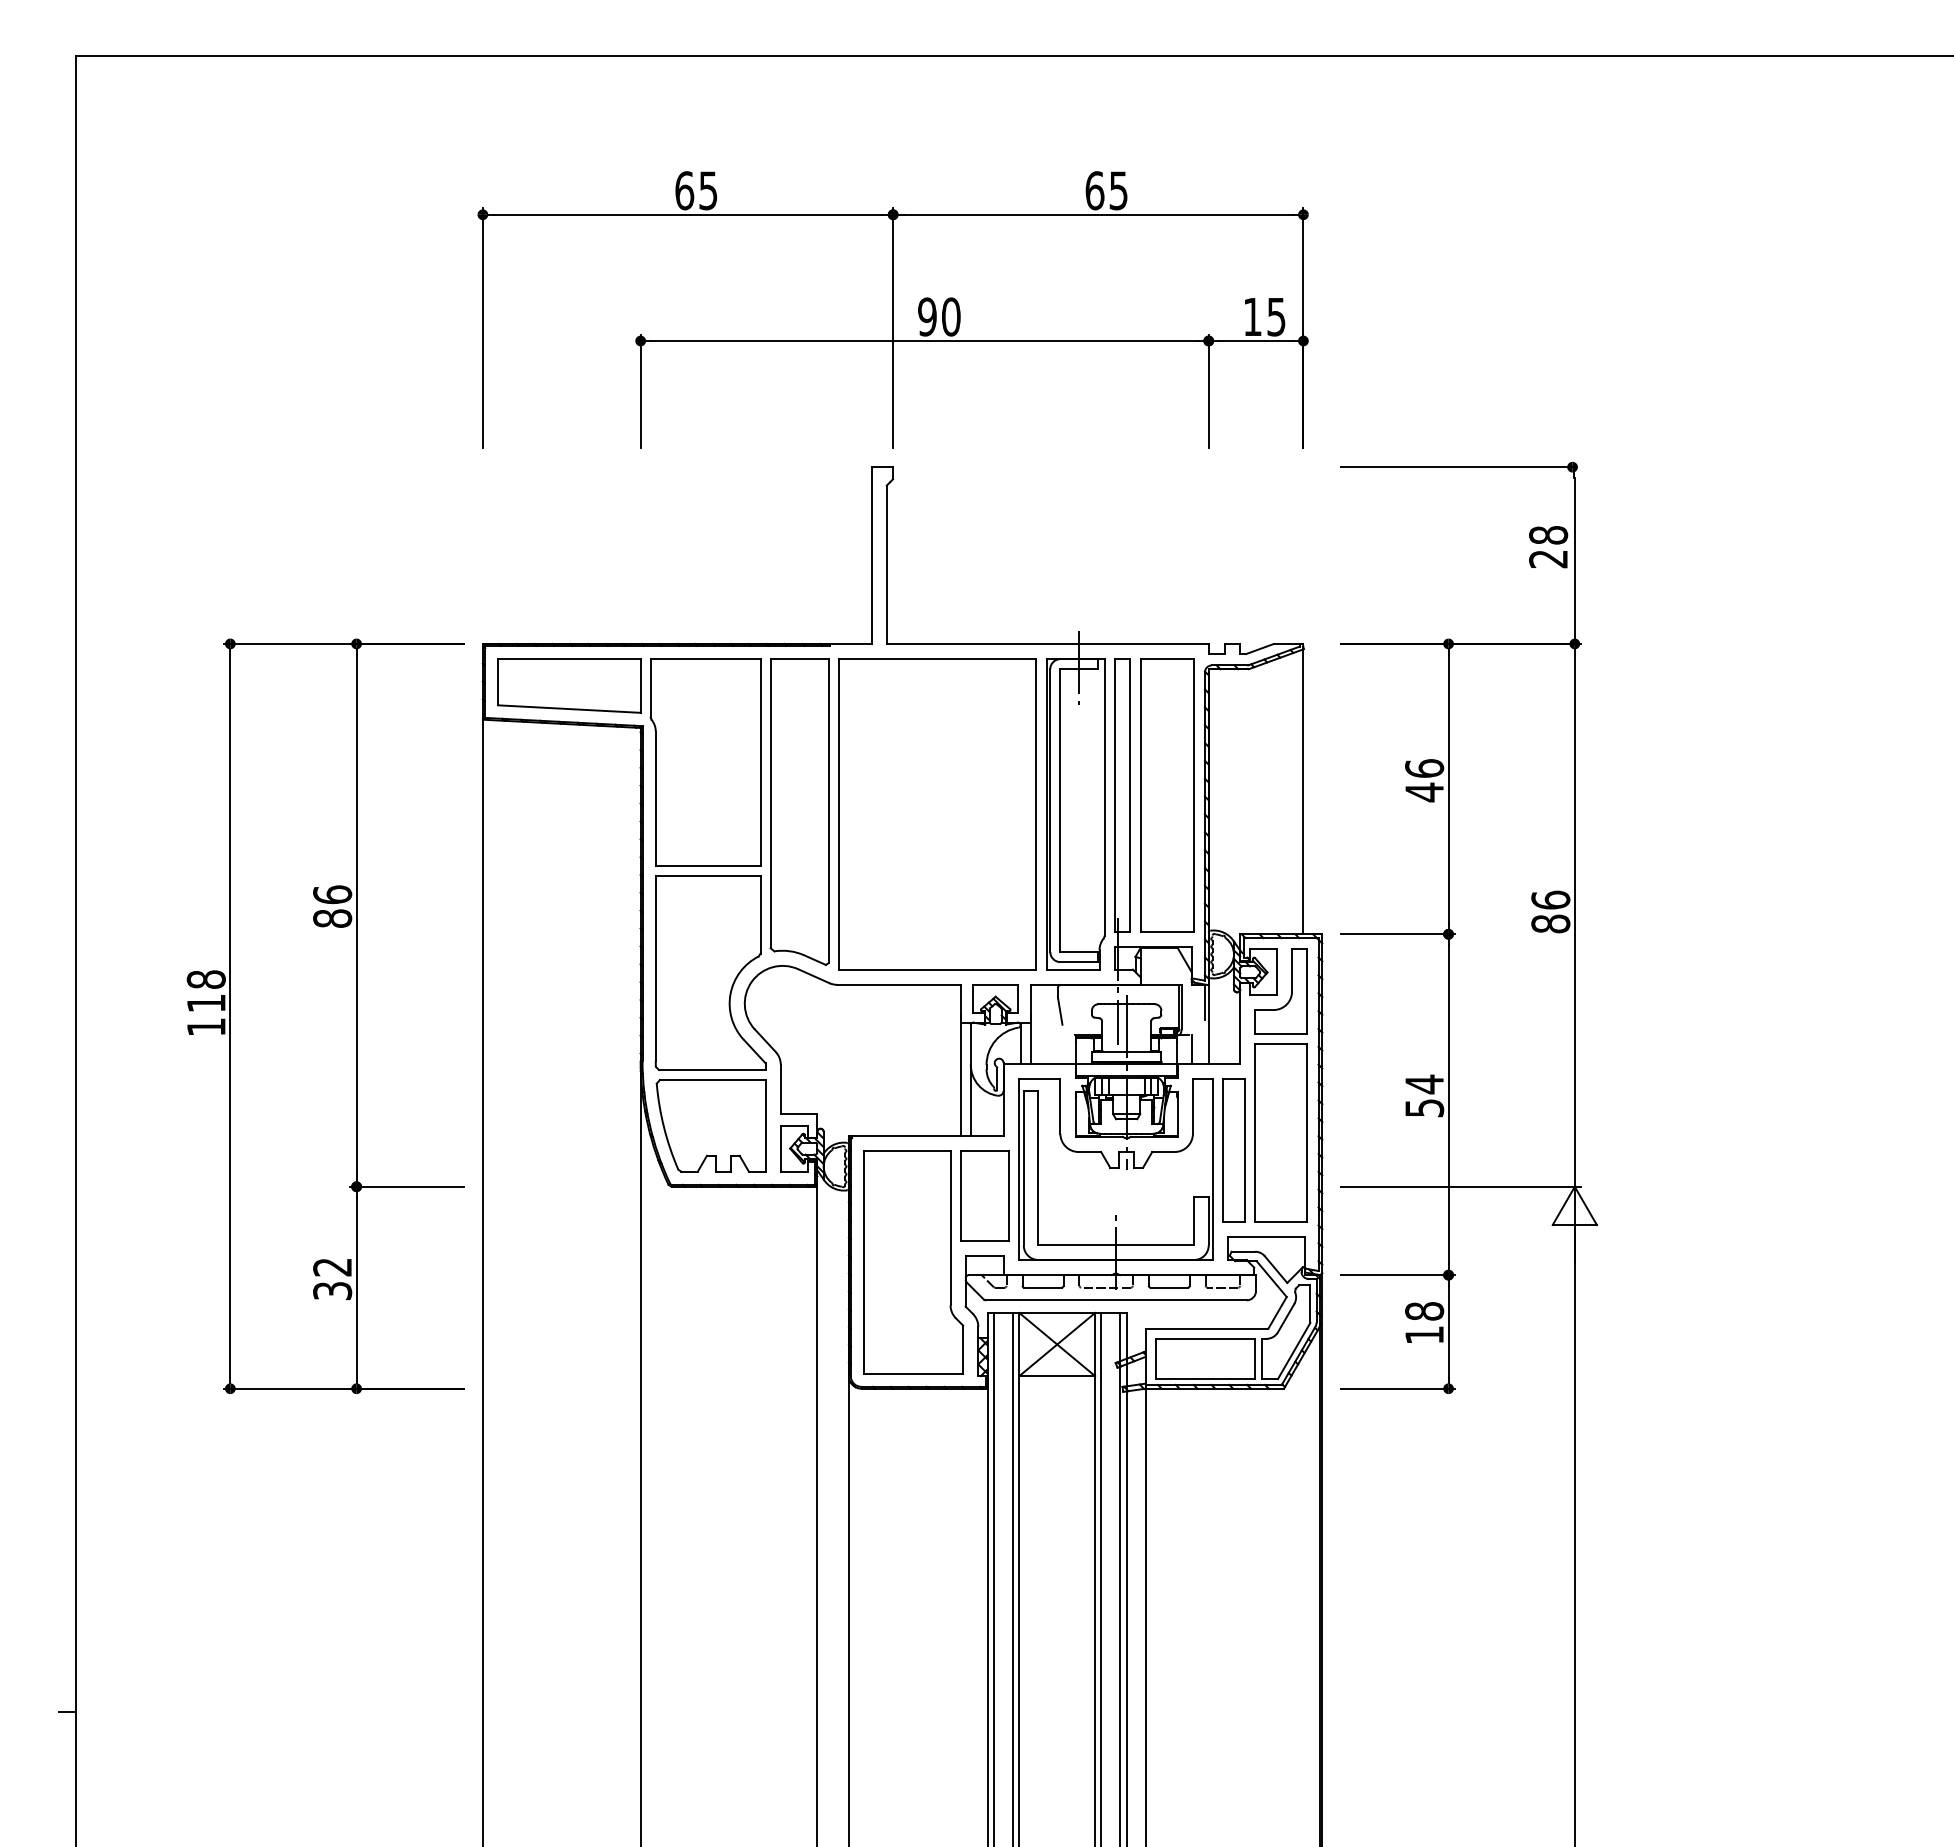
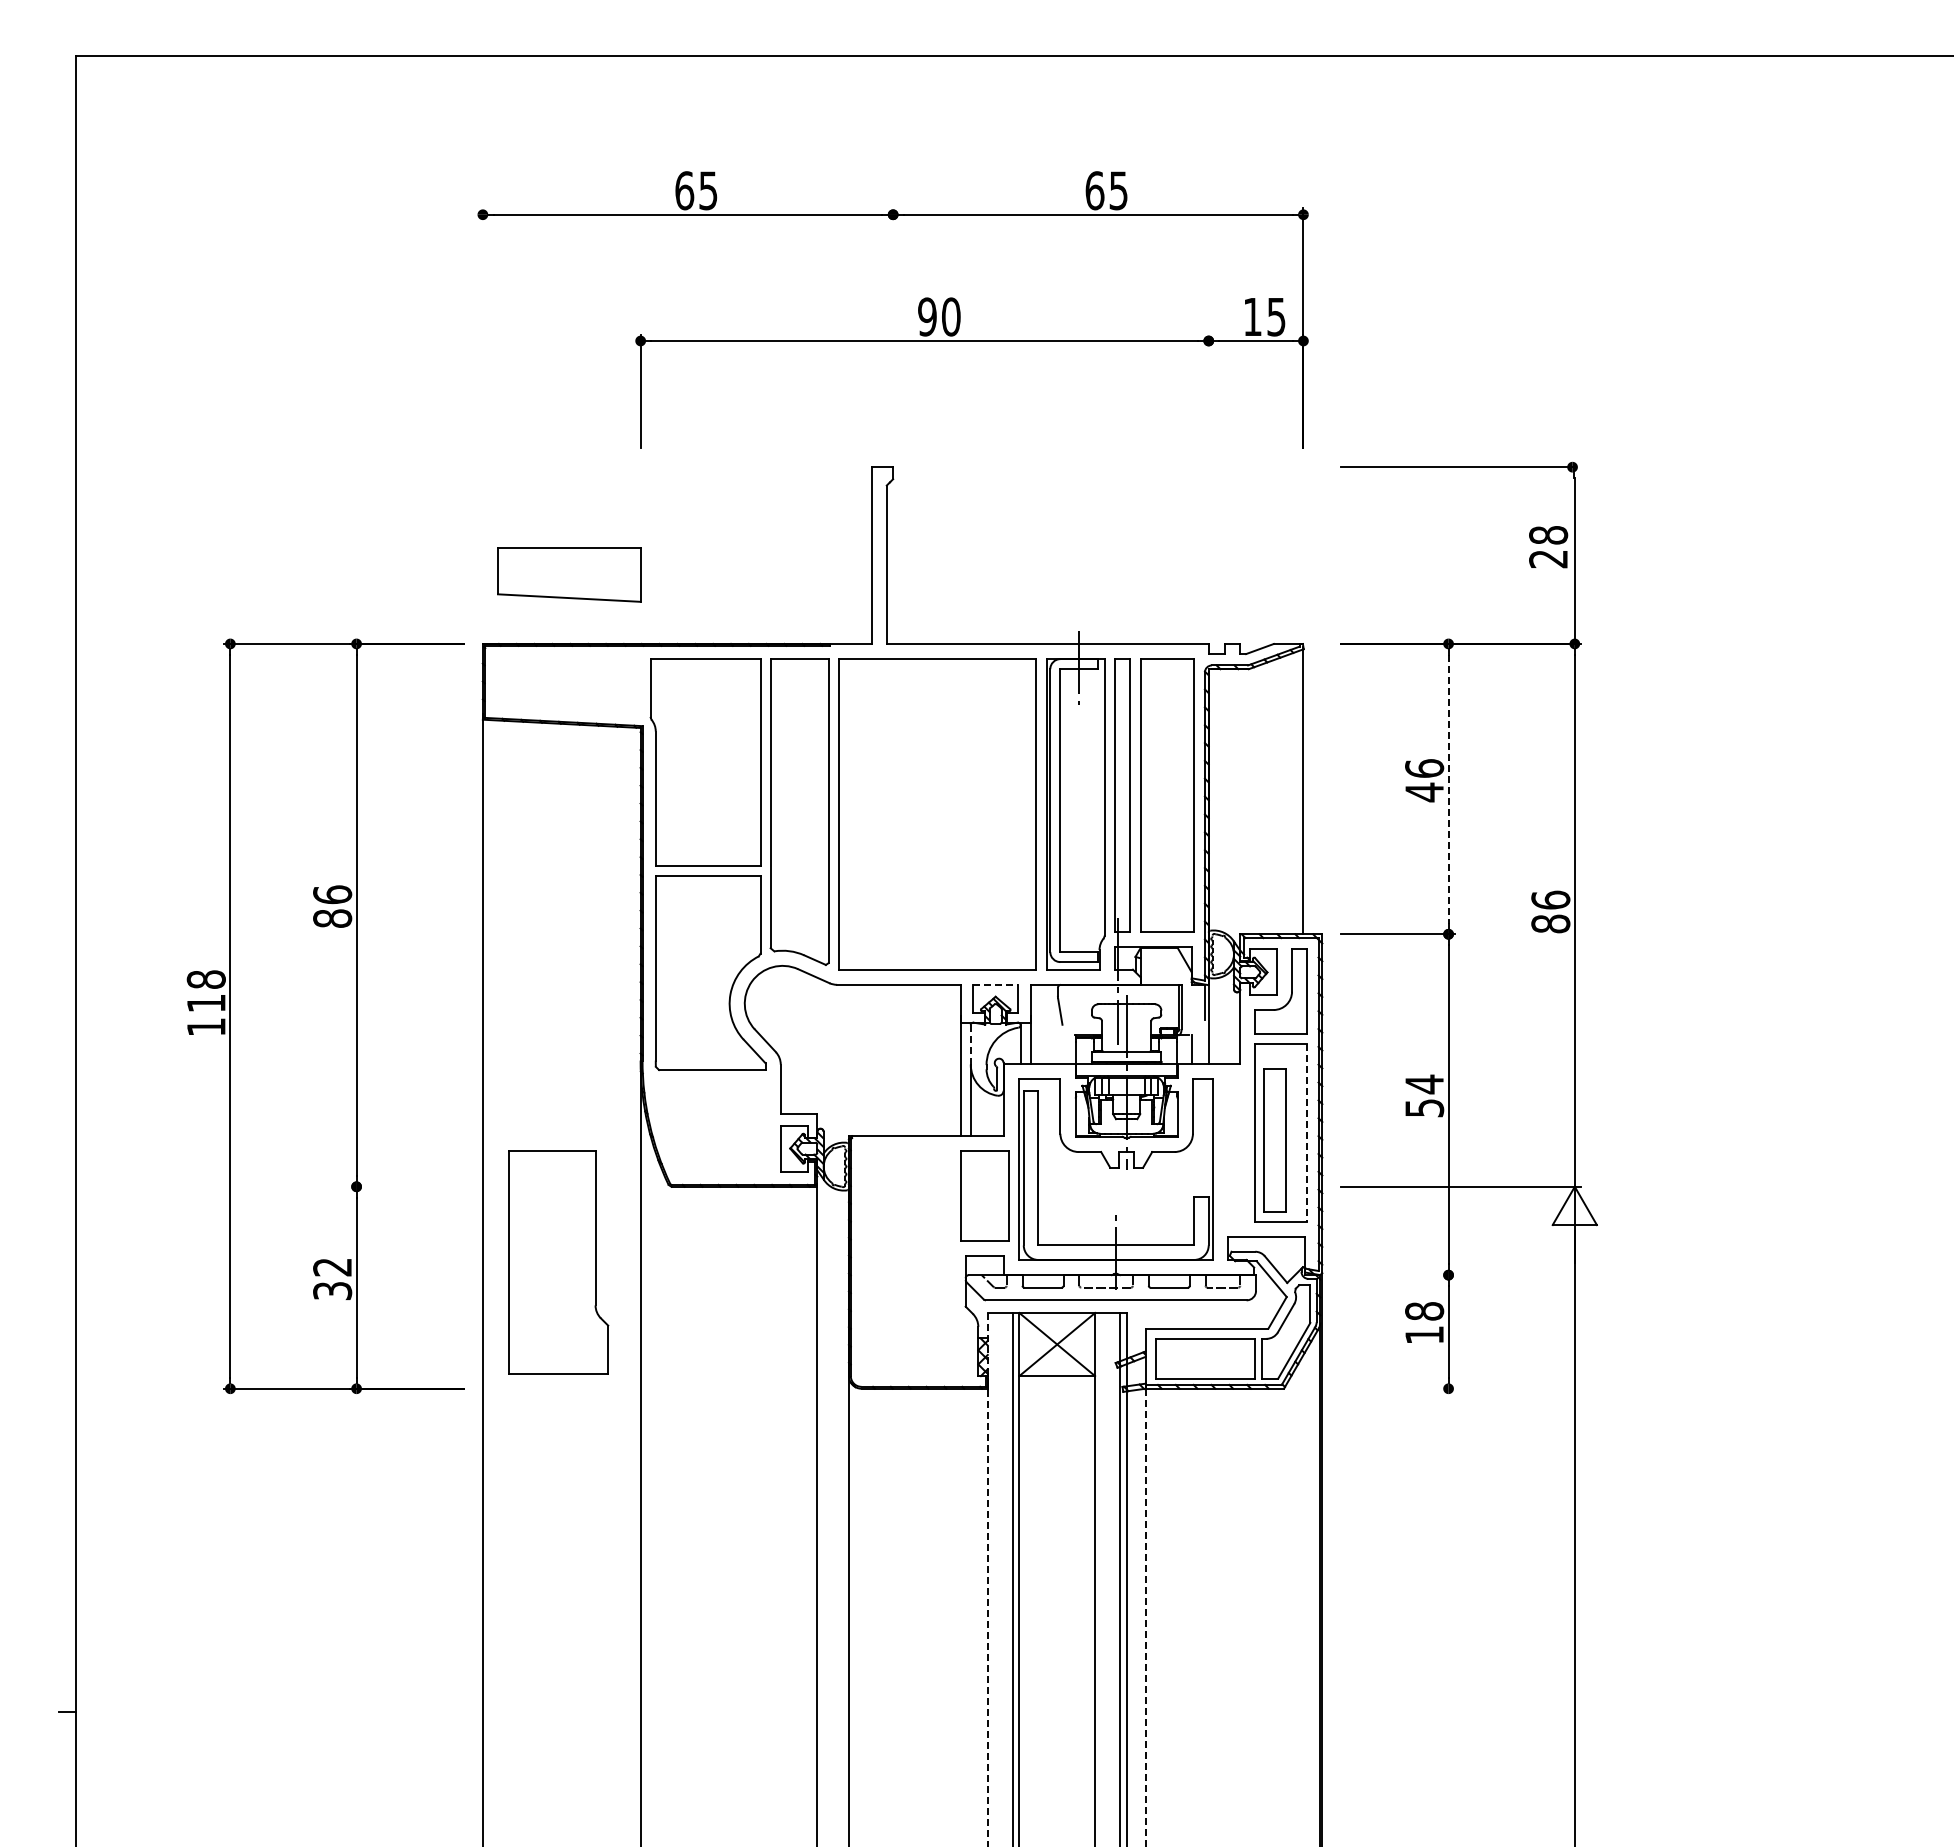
line at (482, 328): present -> none
line at (893, 328): present -> none
line at (1208, 391): present -> none
part at (569, 685) position: (569, 685) -> (569, 574)
line at (1448, 789): solid -> dashed
line at (996, 984): solid -> dashed
line at (970, 1044): solid -> dashed
part at (710, 1125): present -> none
line at (1307, 1133): solid -> dashed
part at (1233, 1150) position: (1233, 1150) -> (1274, 1140)
line at (406, 1186): present -> none
part at (913, 1262) position: (913, 1262) -> (558, 1262)
line at (1397, 1275): present -> none
line at (1397, 1388): present -> none
line at (994, 1577): present -> none
line at (1101, 1577): present -> none
line at (987, 1579): solid -> dashed
line at (1145, 1617): solid -> dashed
